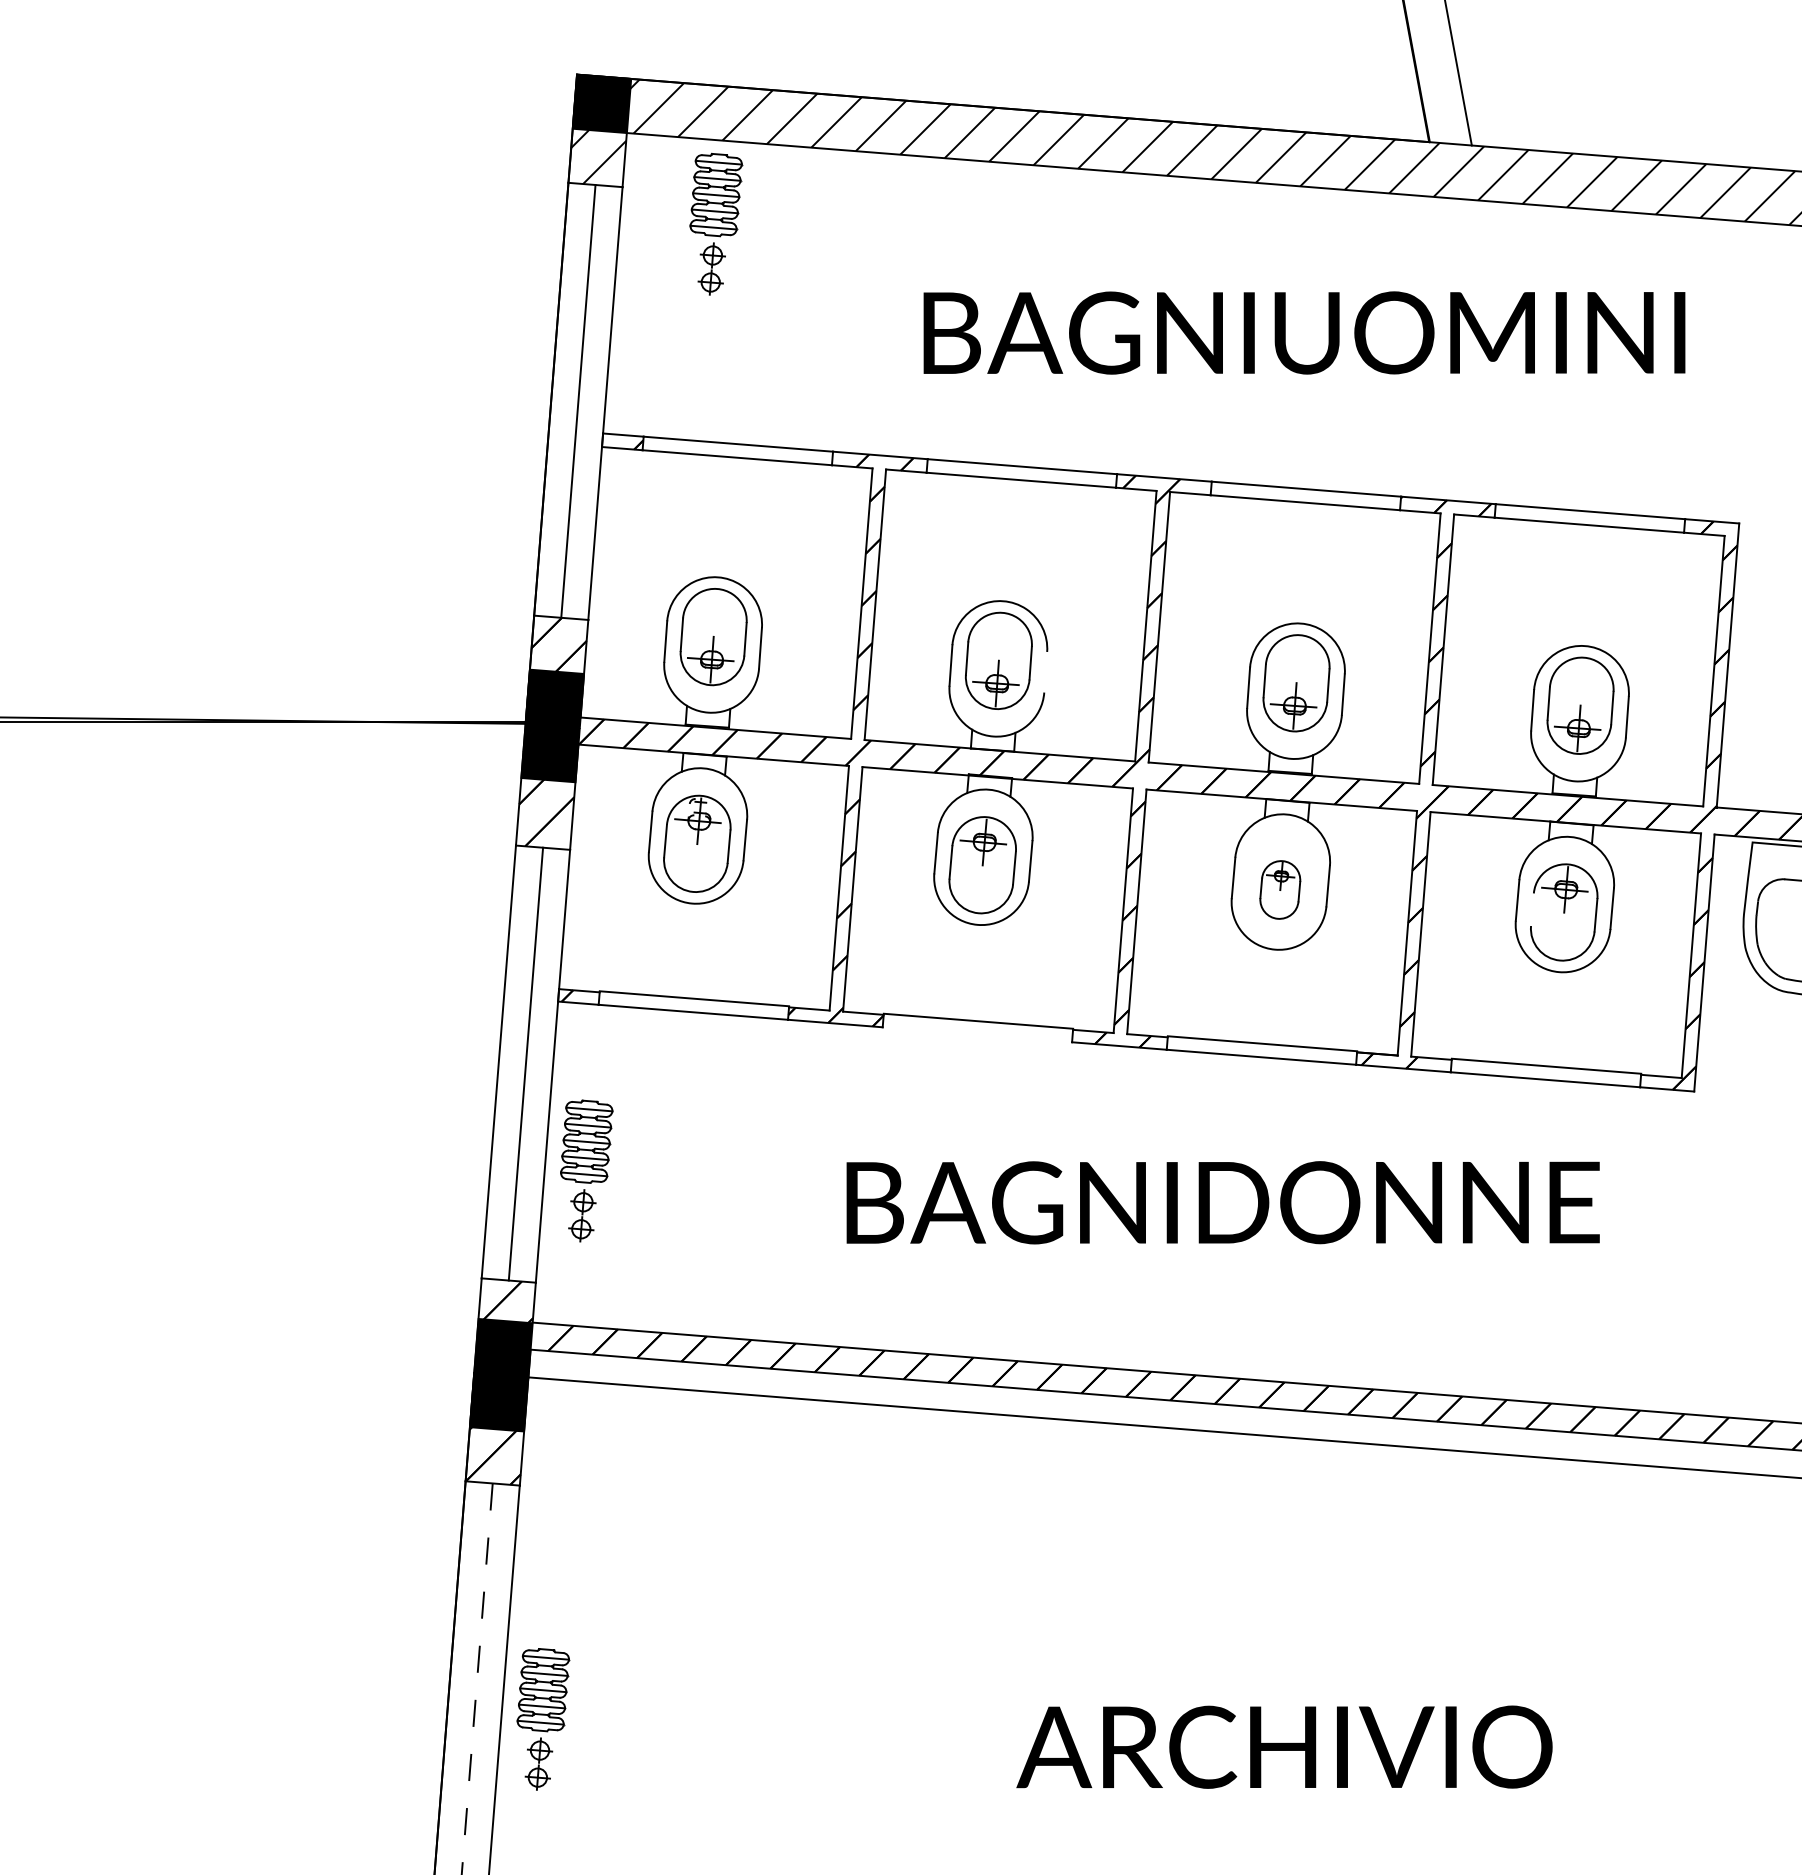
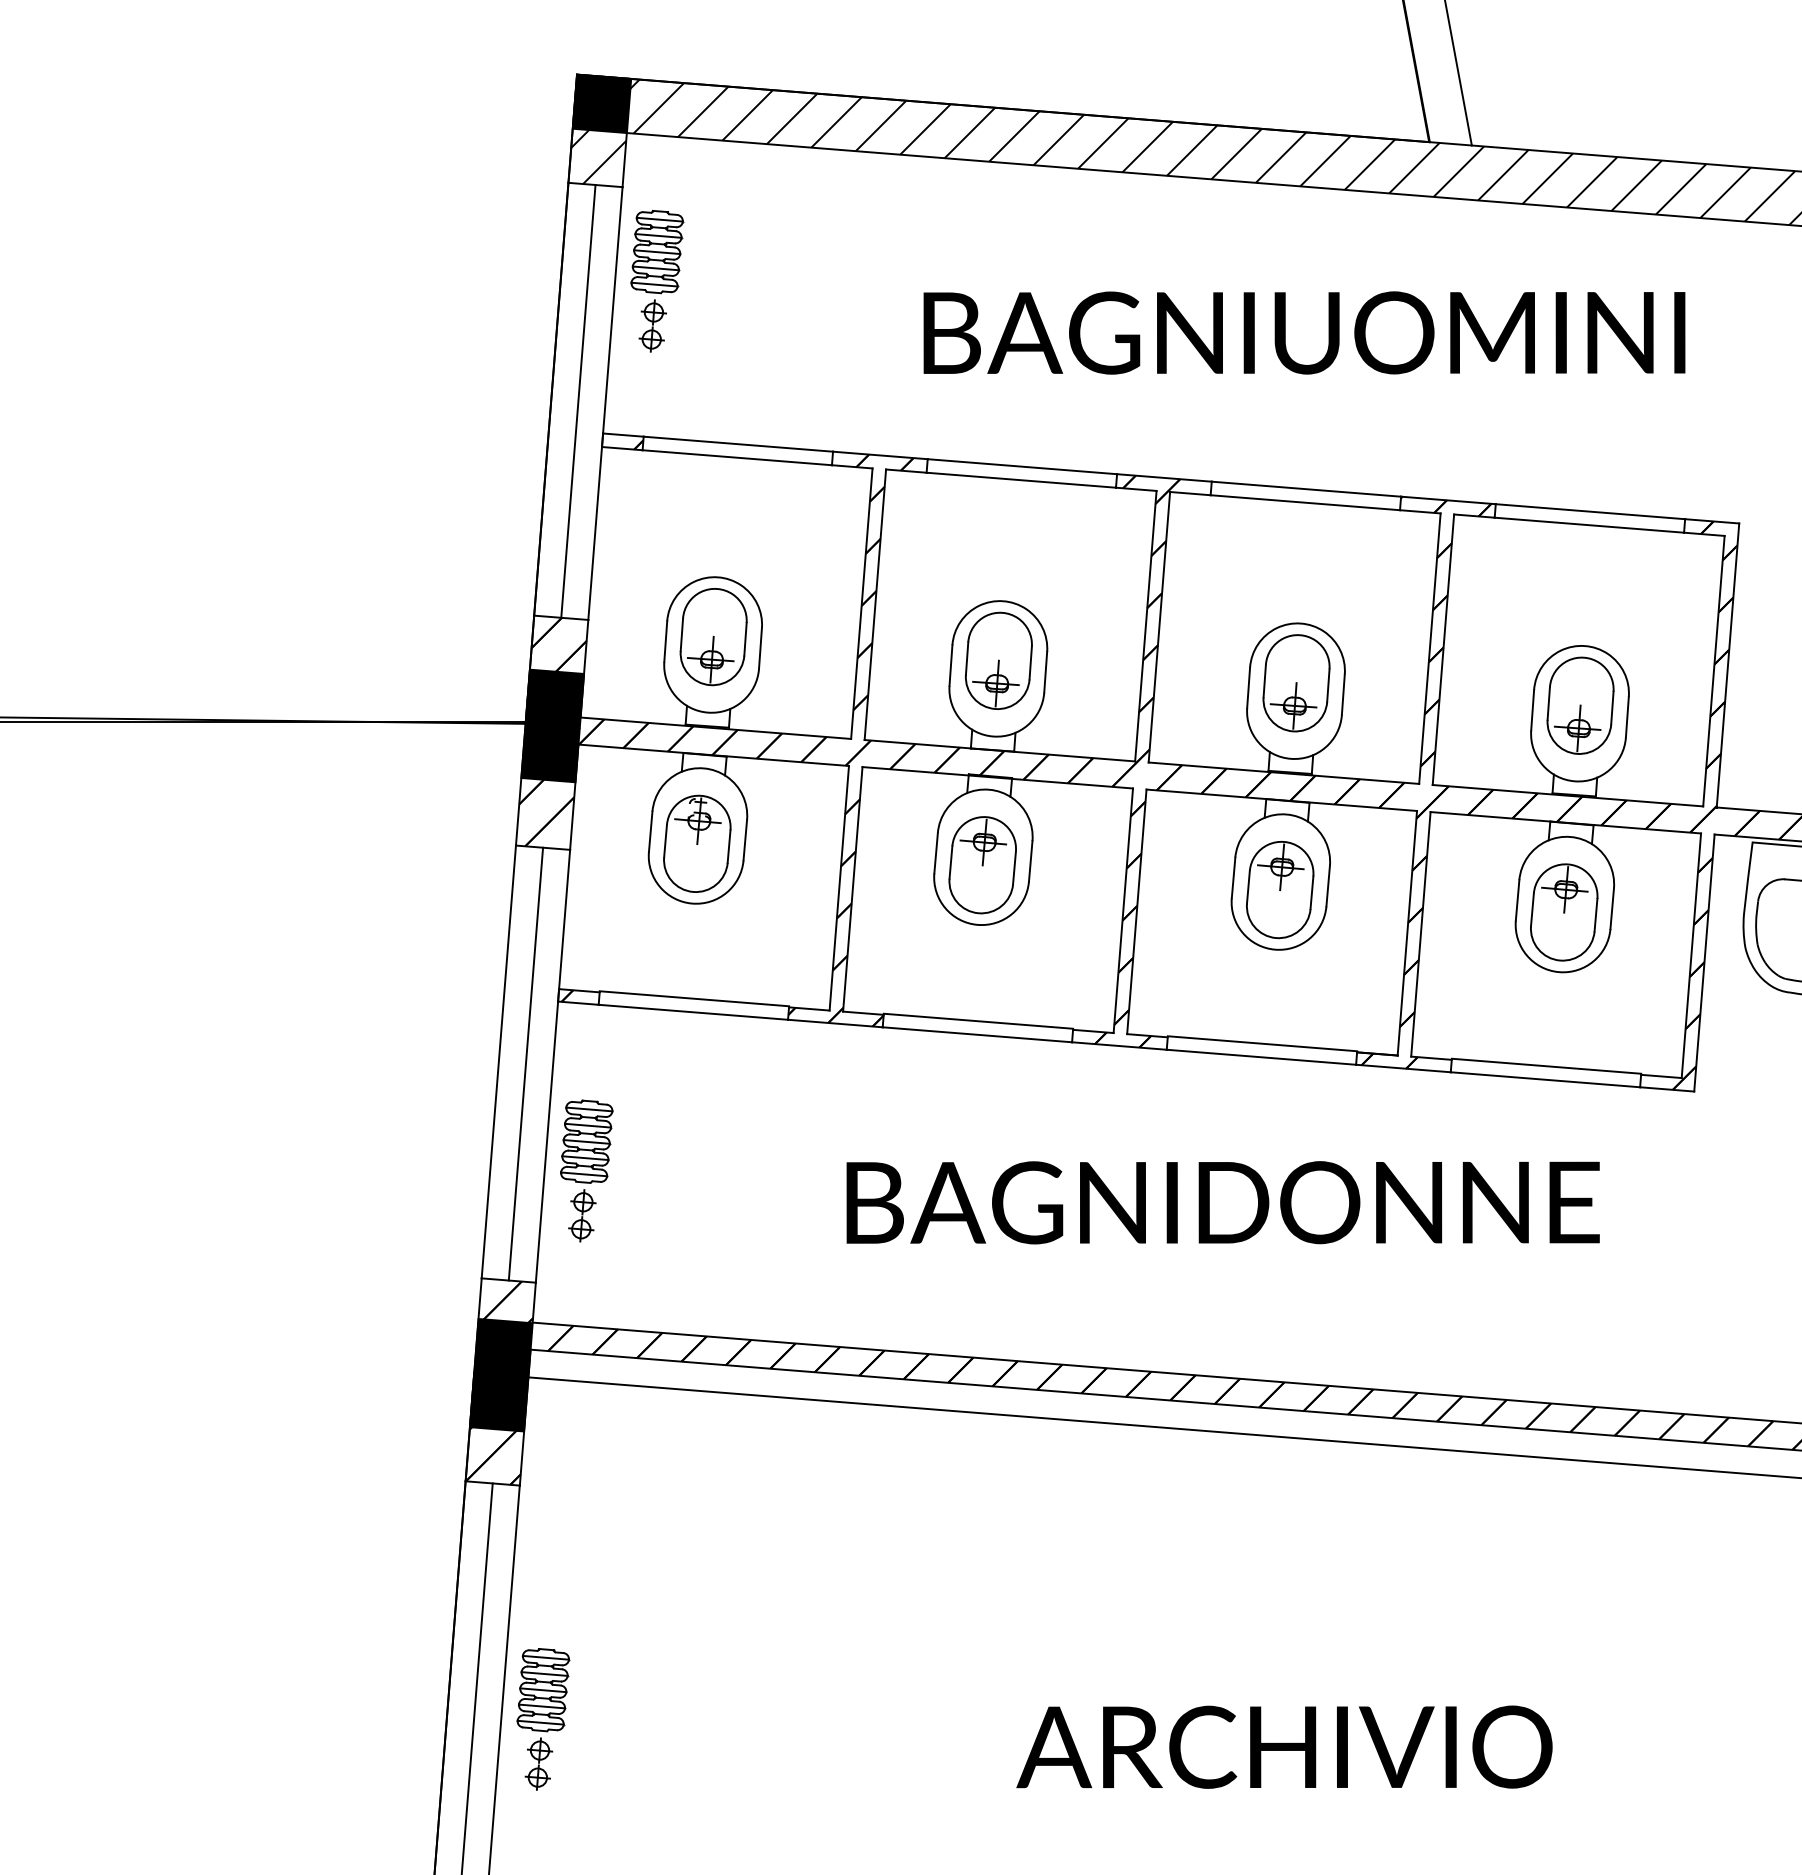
part at (716, 223) position: (716, 223) -> (657, 280)
line at (1045, 671): none -> present
part at (1280, 889) size: 43x60 px -> 69x100 px
line at (1532, 909): none -> present
line at (977, 1034): none -> present
line at (477, 1679): dashed -> solid
